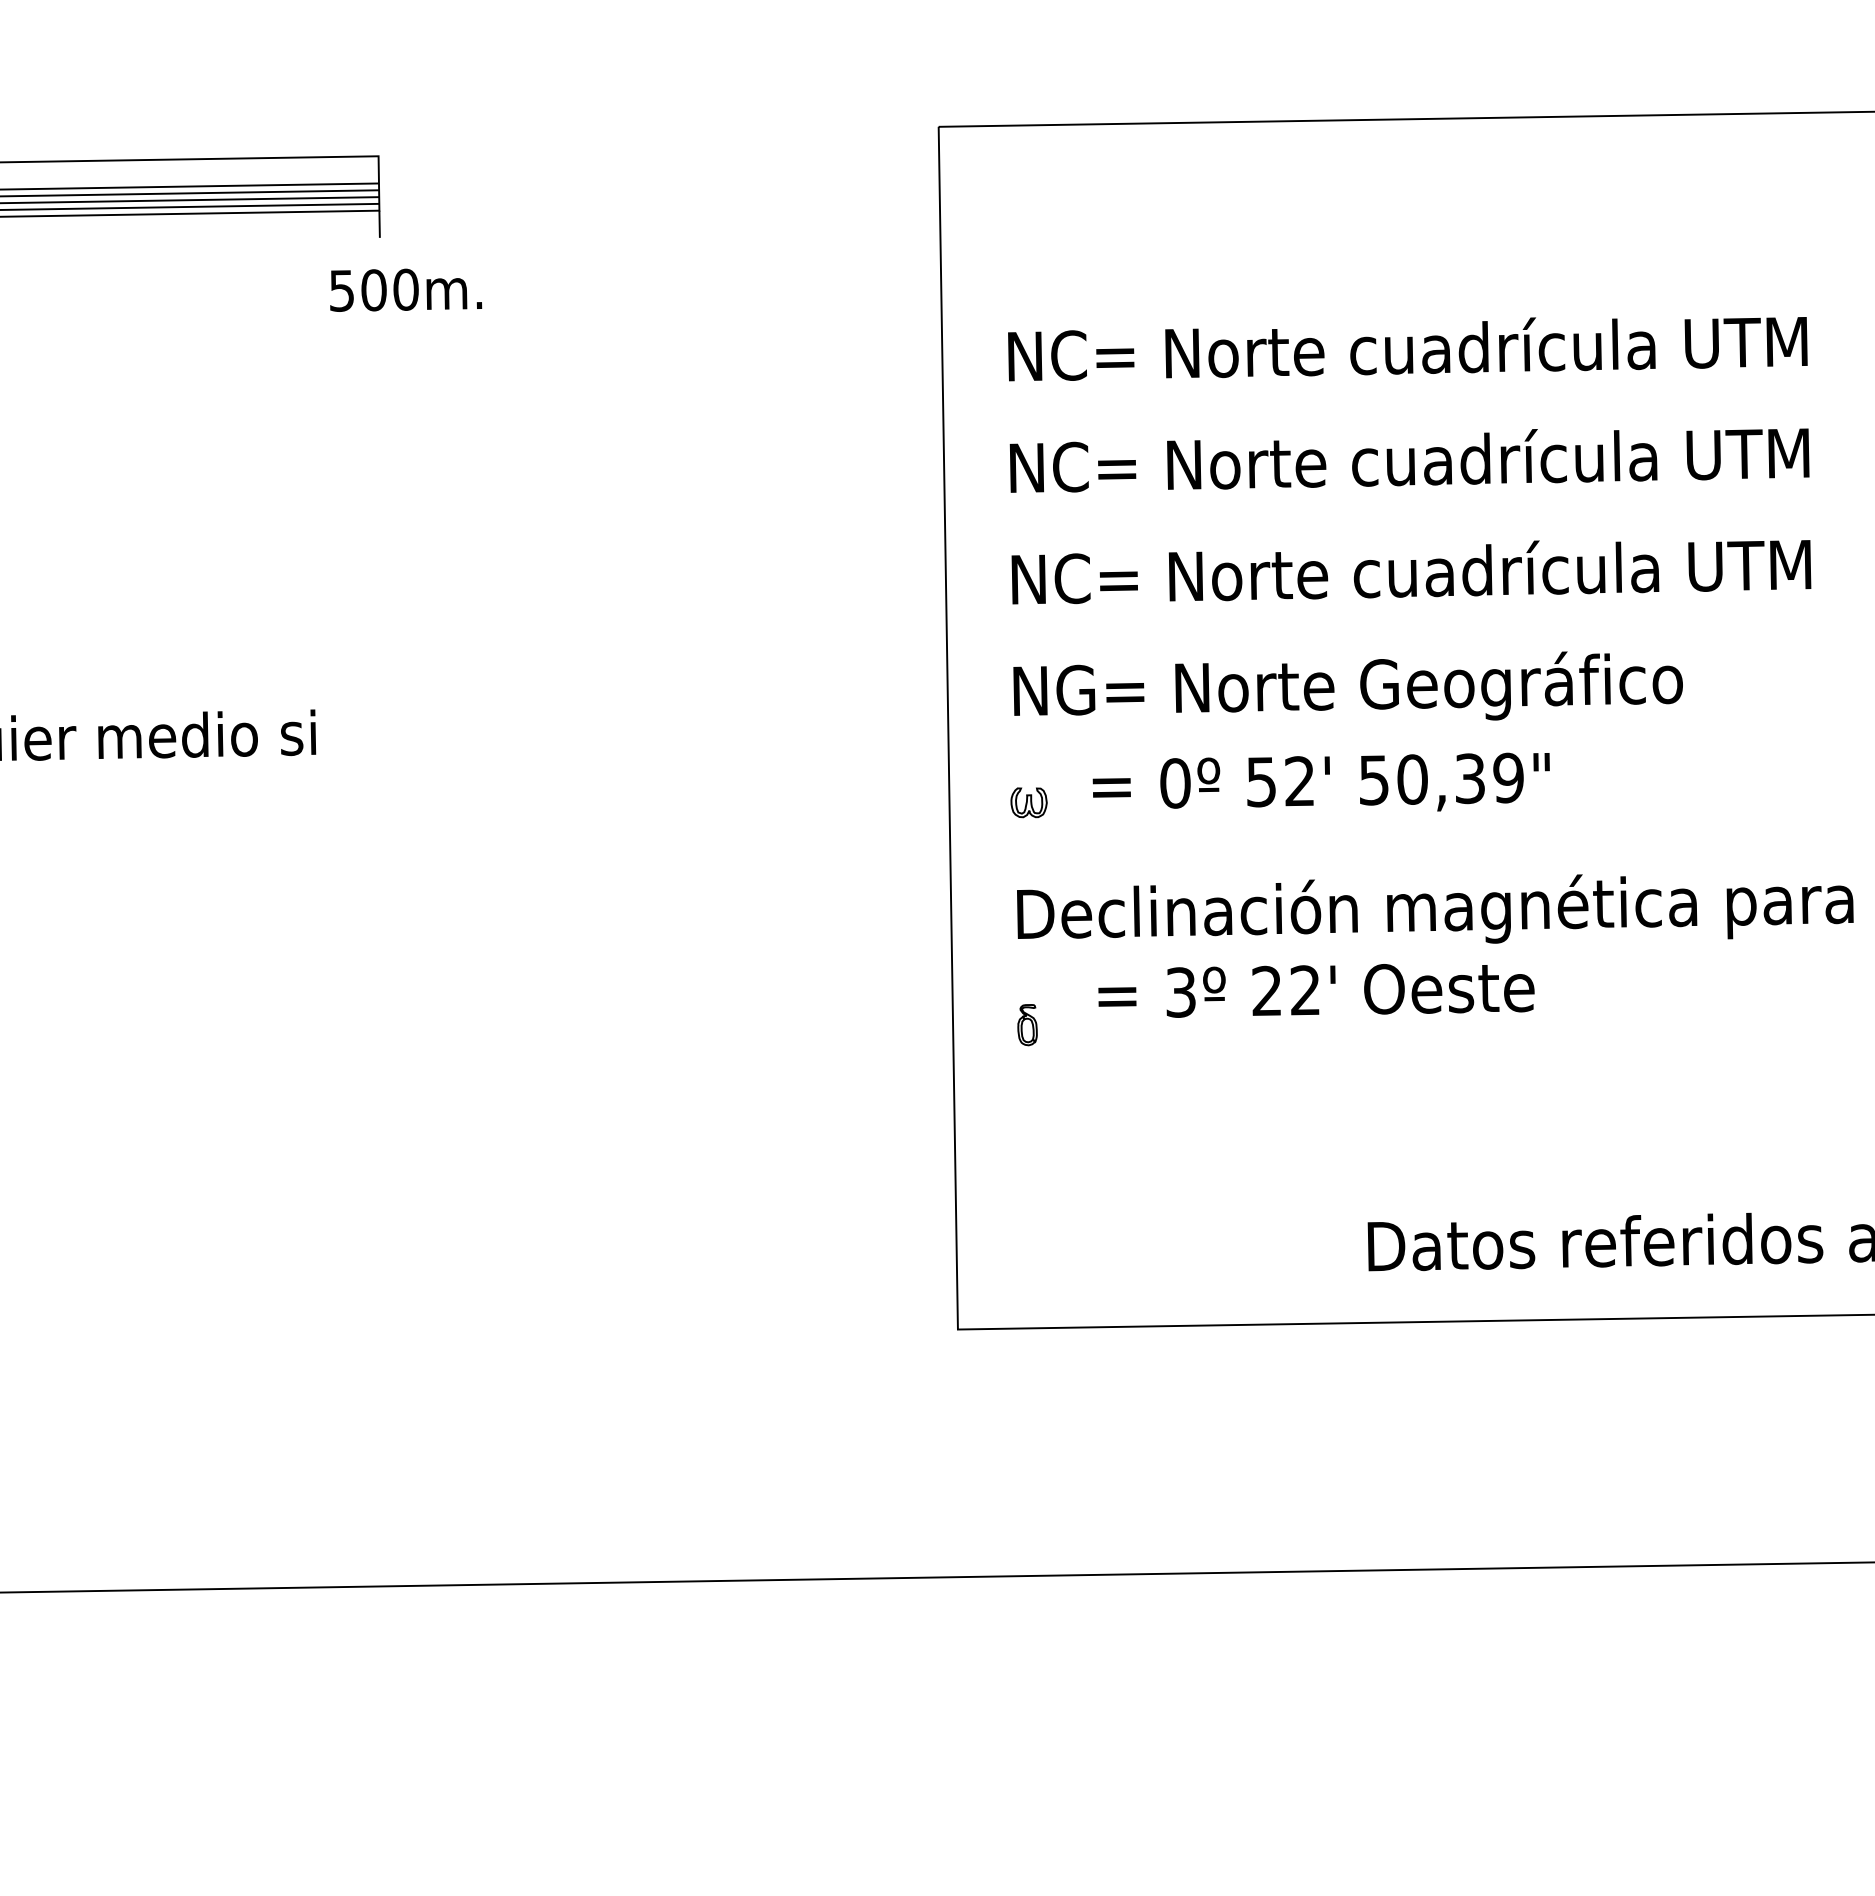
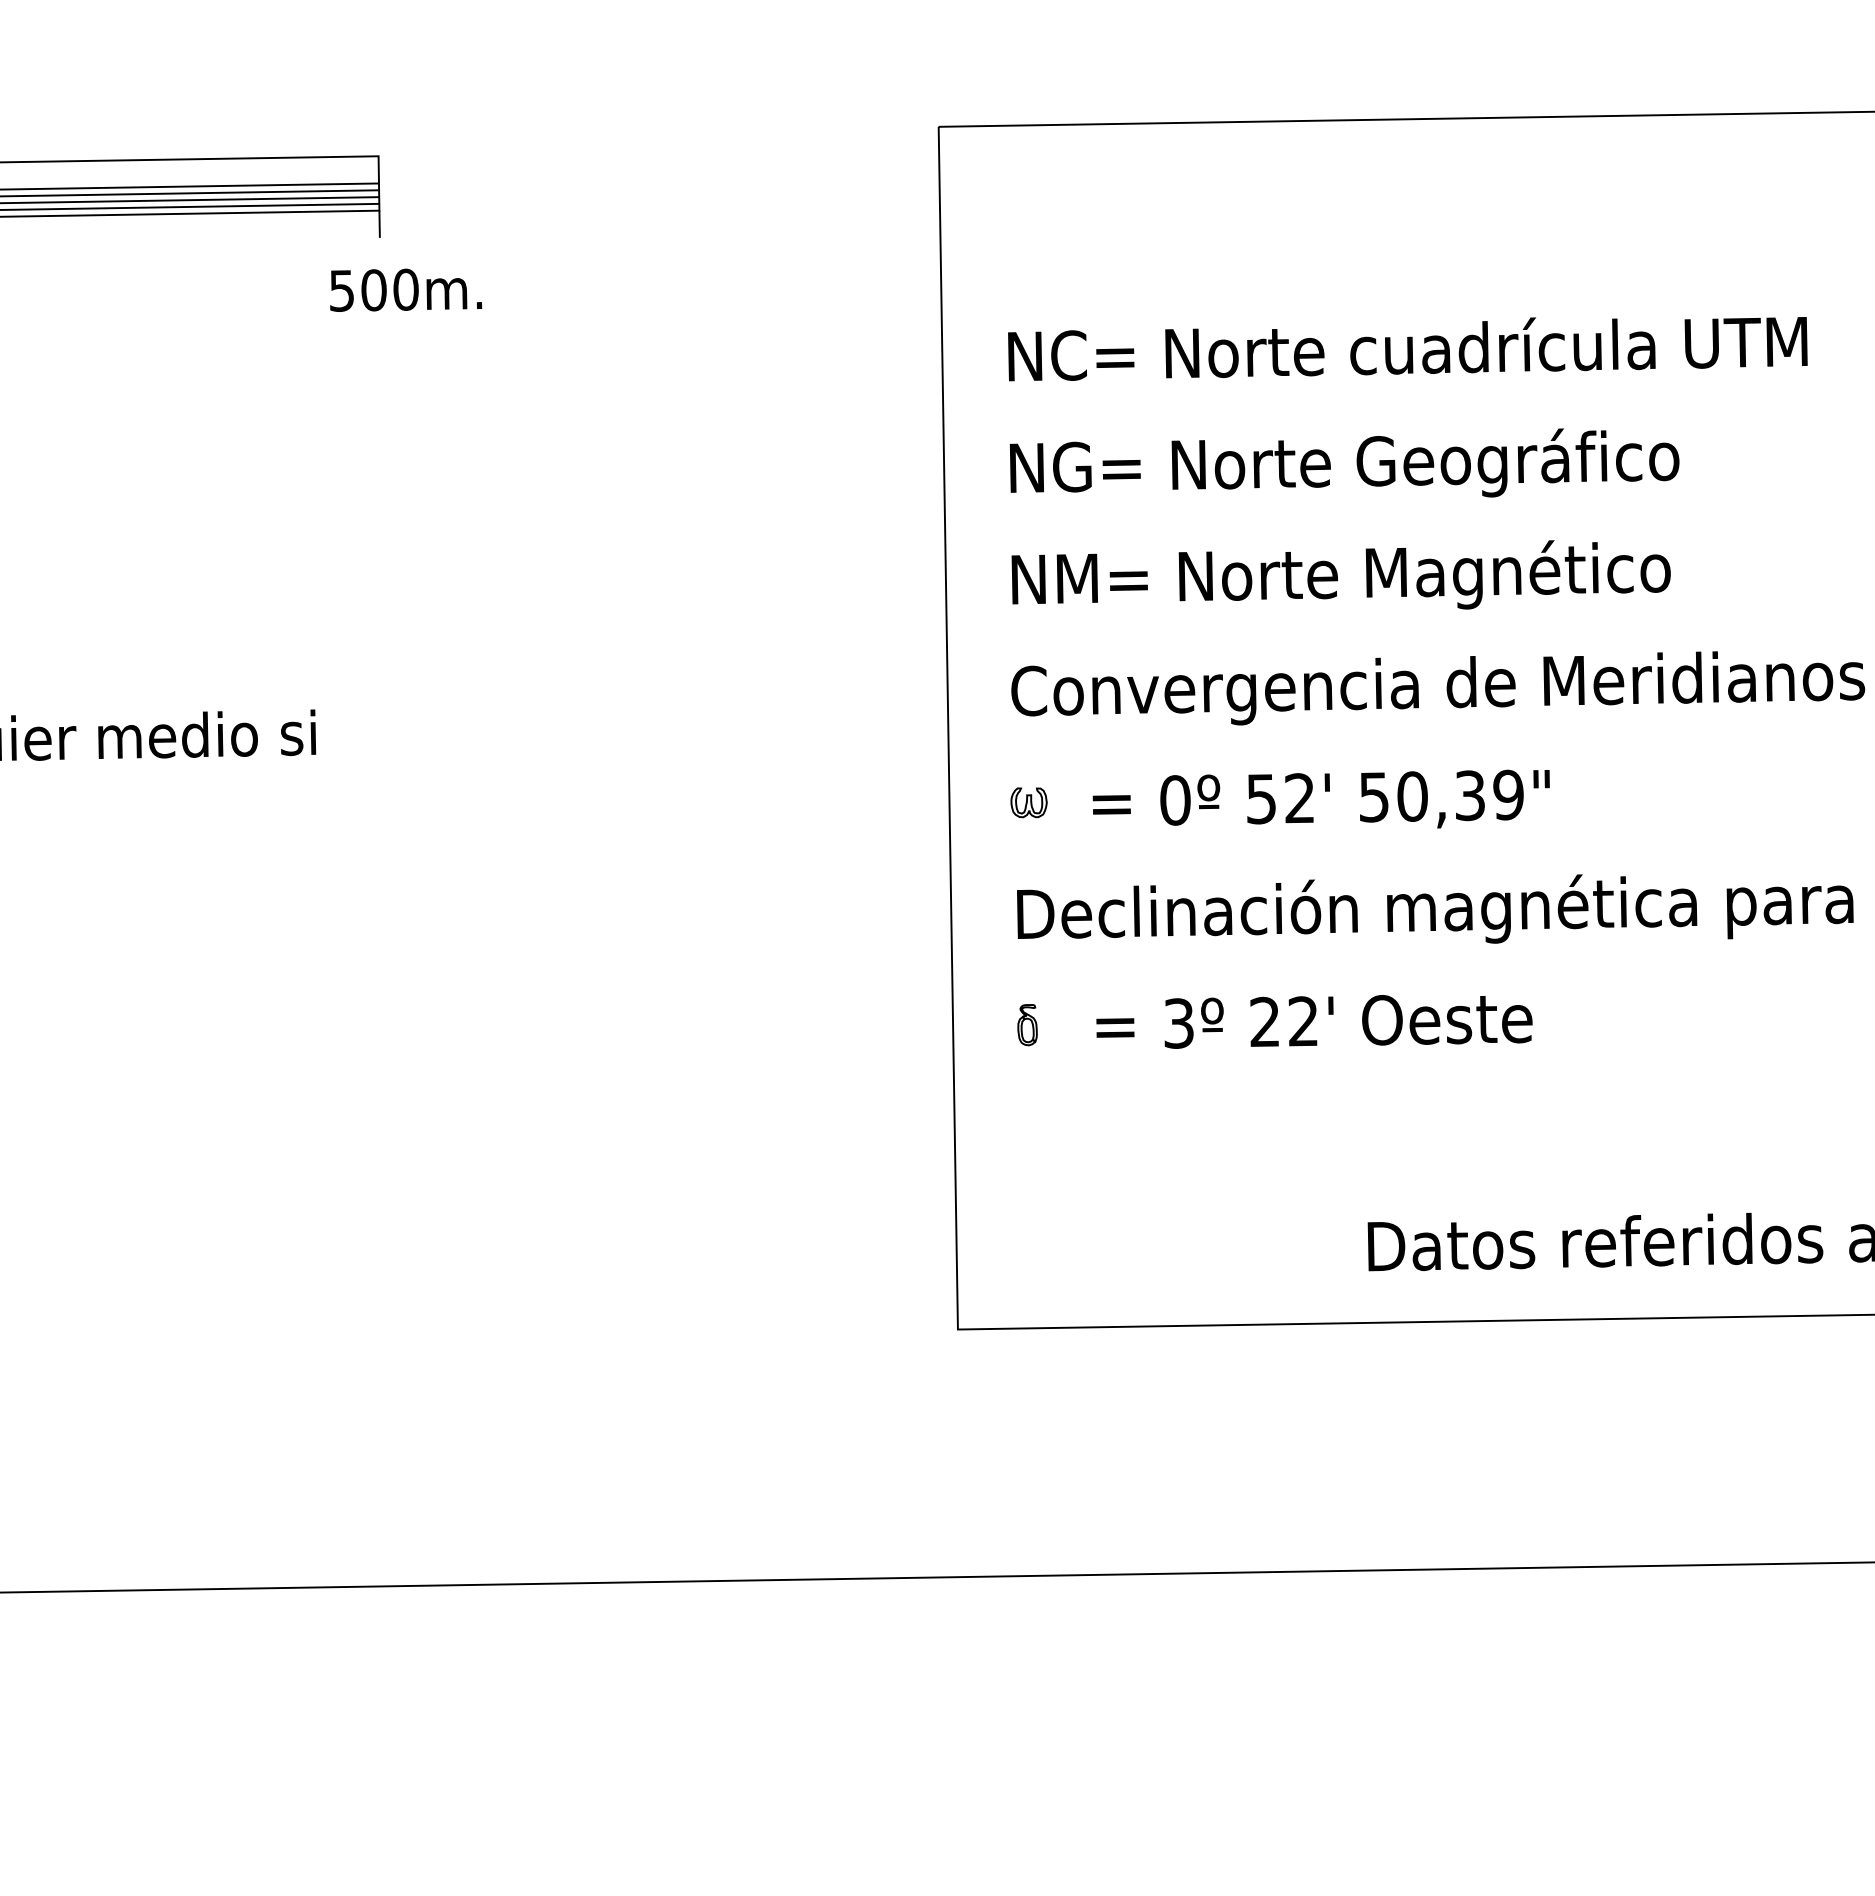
text at (1442, 462): NC= Norte cuadrícula UTM -> NG= Norte Geográfico
text at (1432, 574): NC= Norte cuadrícula UTM -> NM= Norte Magnético
text at (1438, 688): NG= Norte Geográfico -> Convergencia de Meridianos
text at (1320, 781) position: (1320, 781) -> (1320, 798)
text at (1316, 990) position: (1316, 990) -> (1314, 1021)
